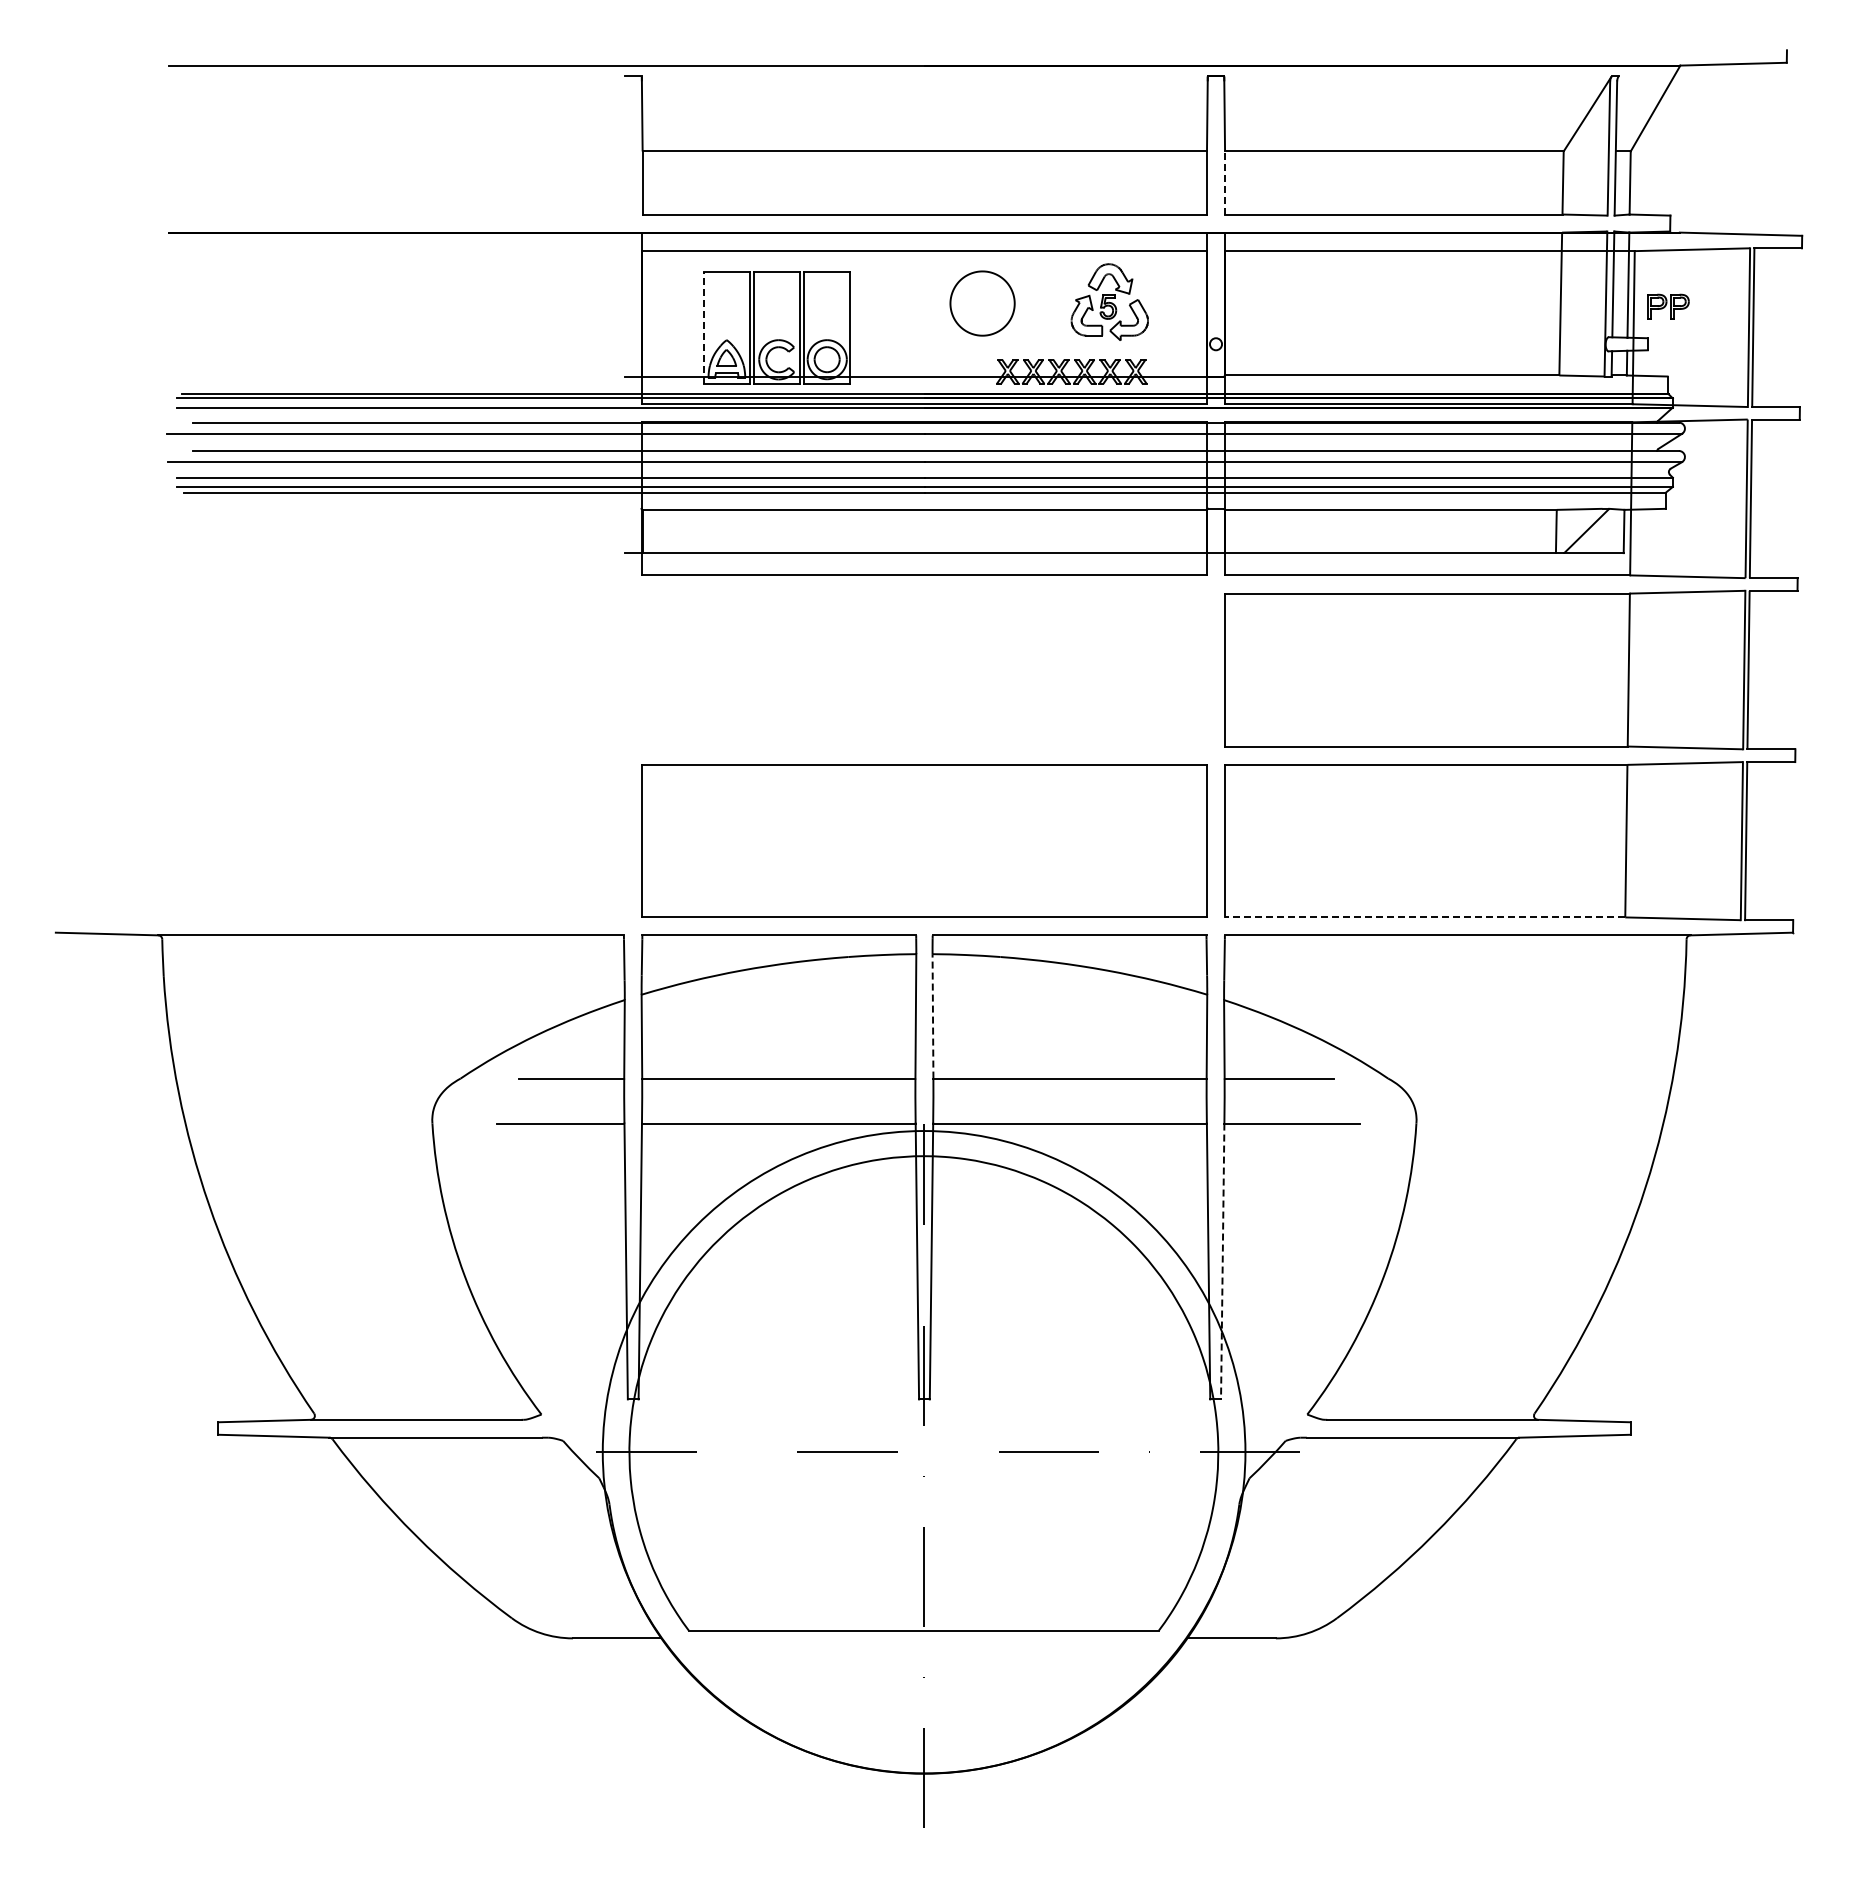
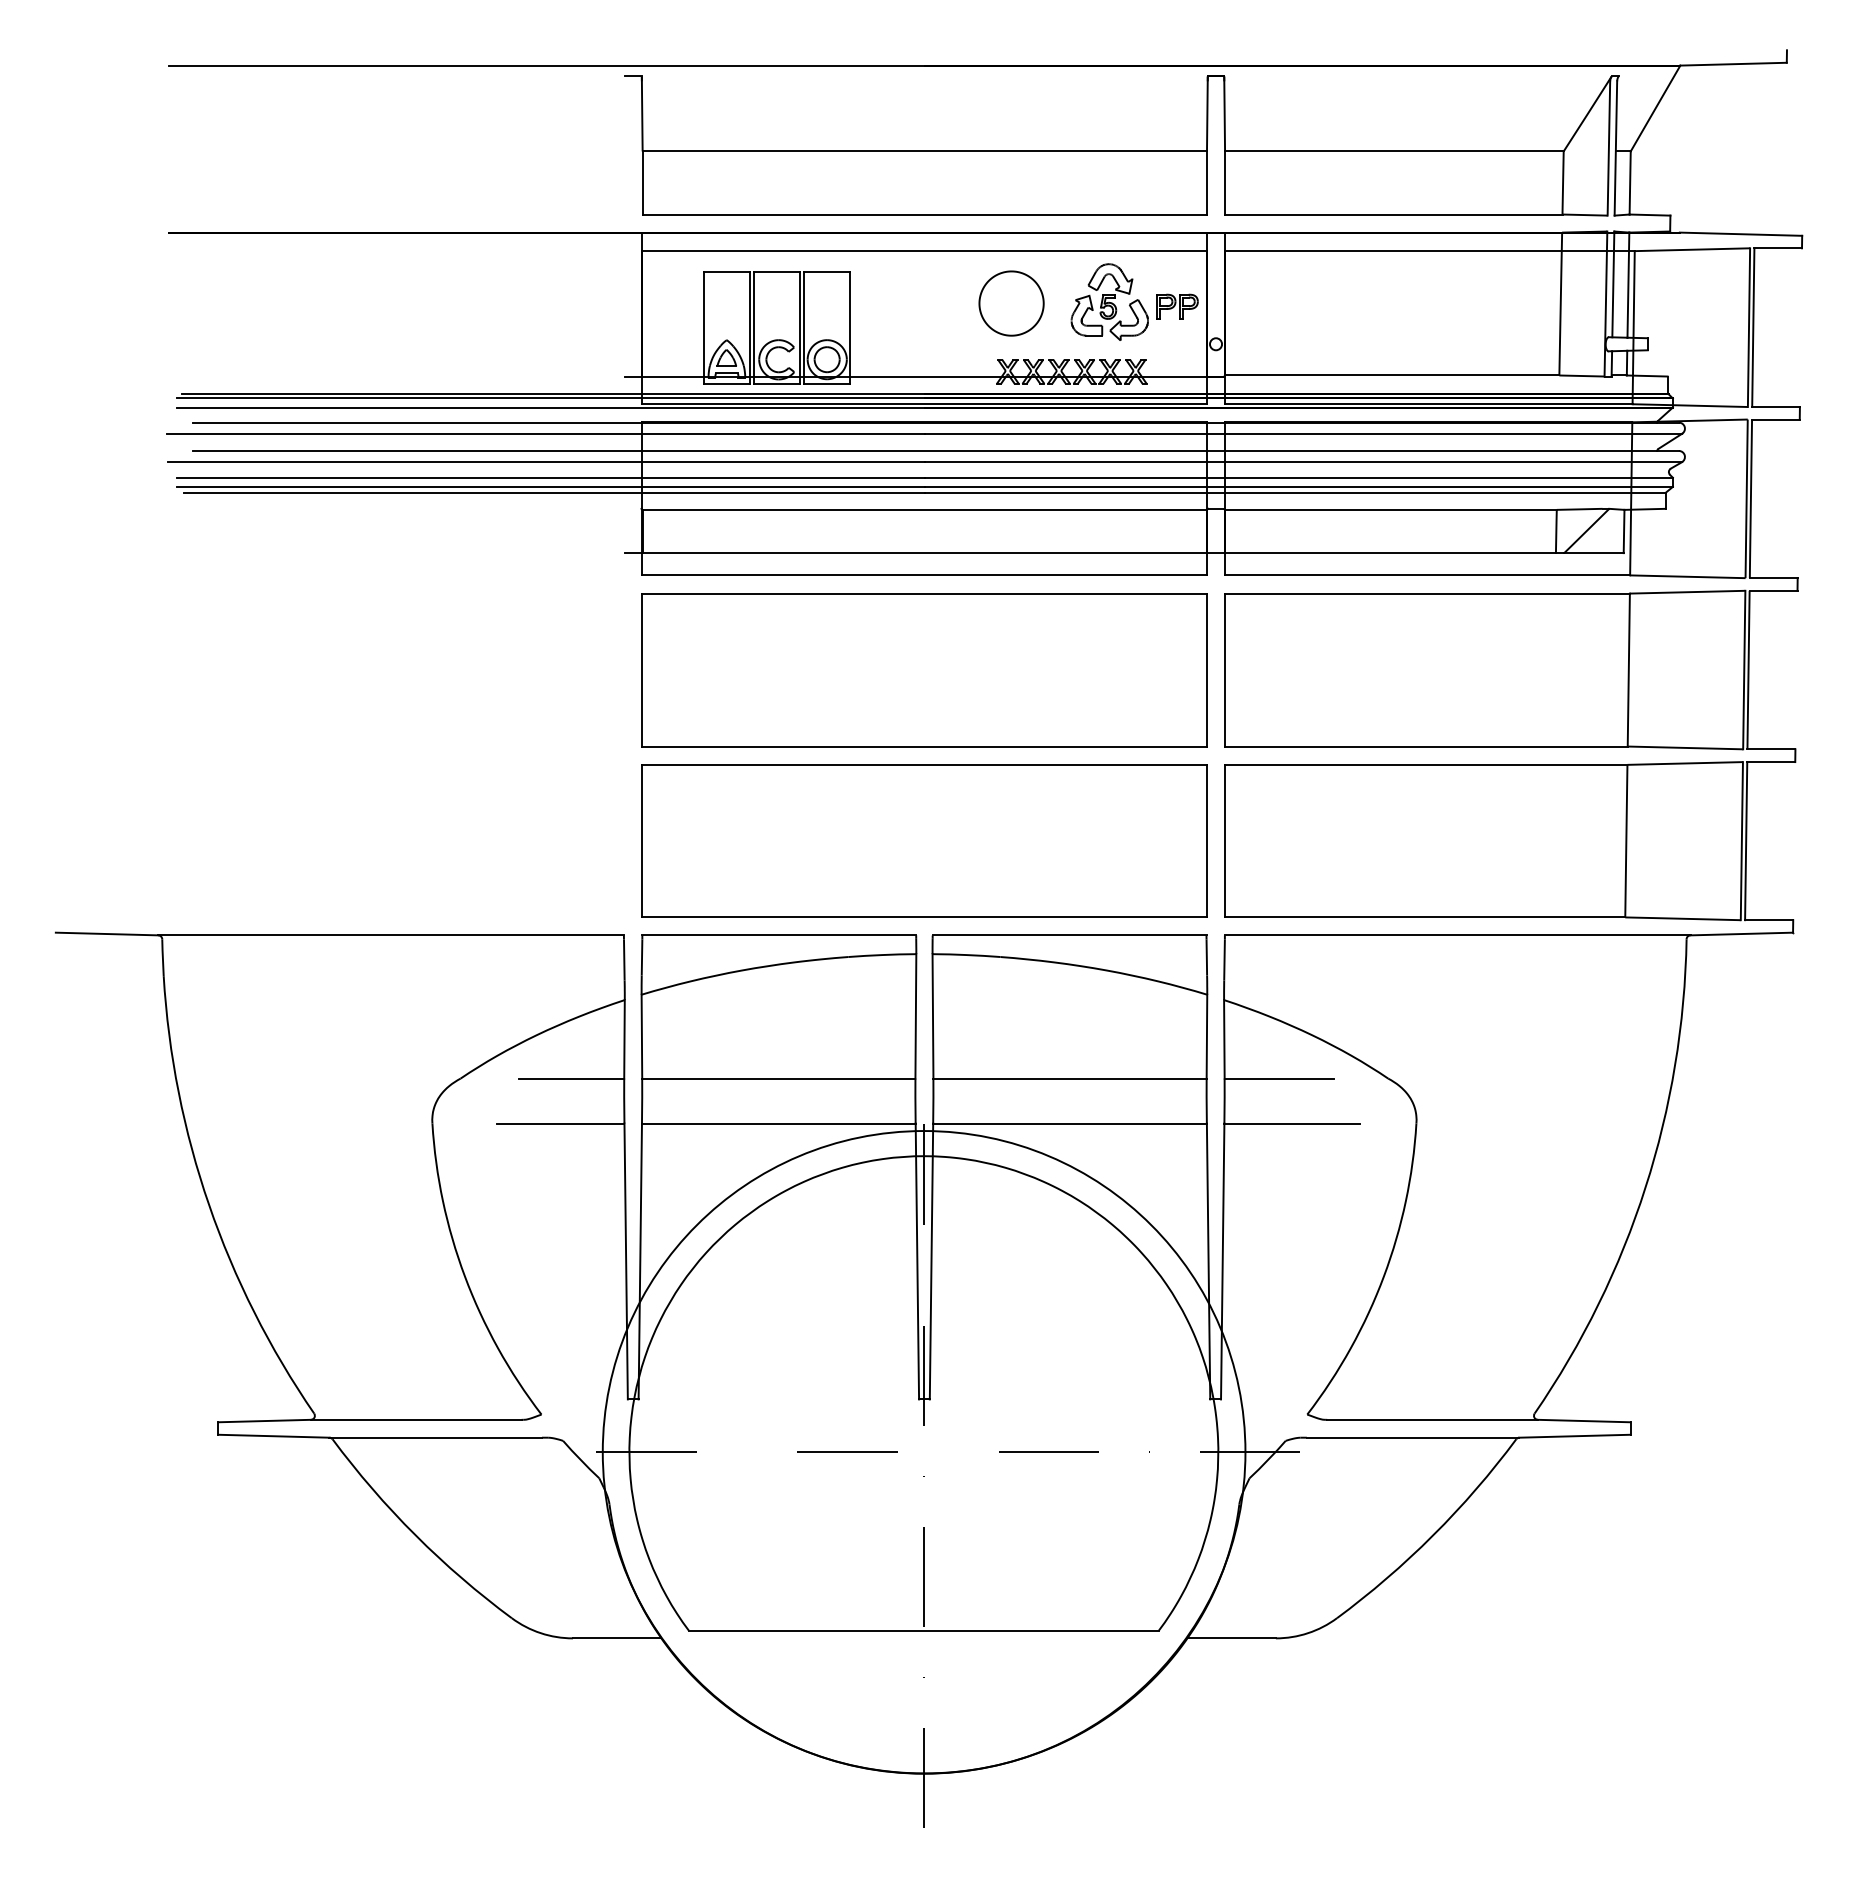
line at (1225, 183): dashed -> solid
part at (982, 303) position: (982, 303) -> (1011, 303)
part at (1668, 306) position: (1668, 306) -> (1177, 306)
line at (703, 327): dashed -> solid
part at (924, 670): none -> present
line at (1424, 917): dashed -> solid
line at (932, 1015): dashed -> solid
line at (1222, 1261): dashed -> solid
